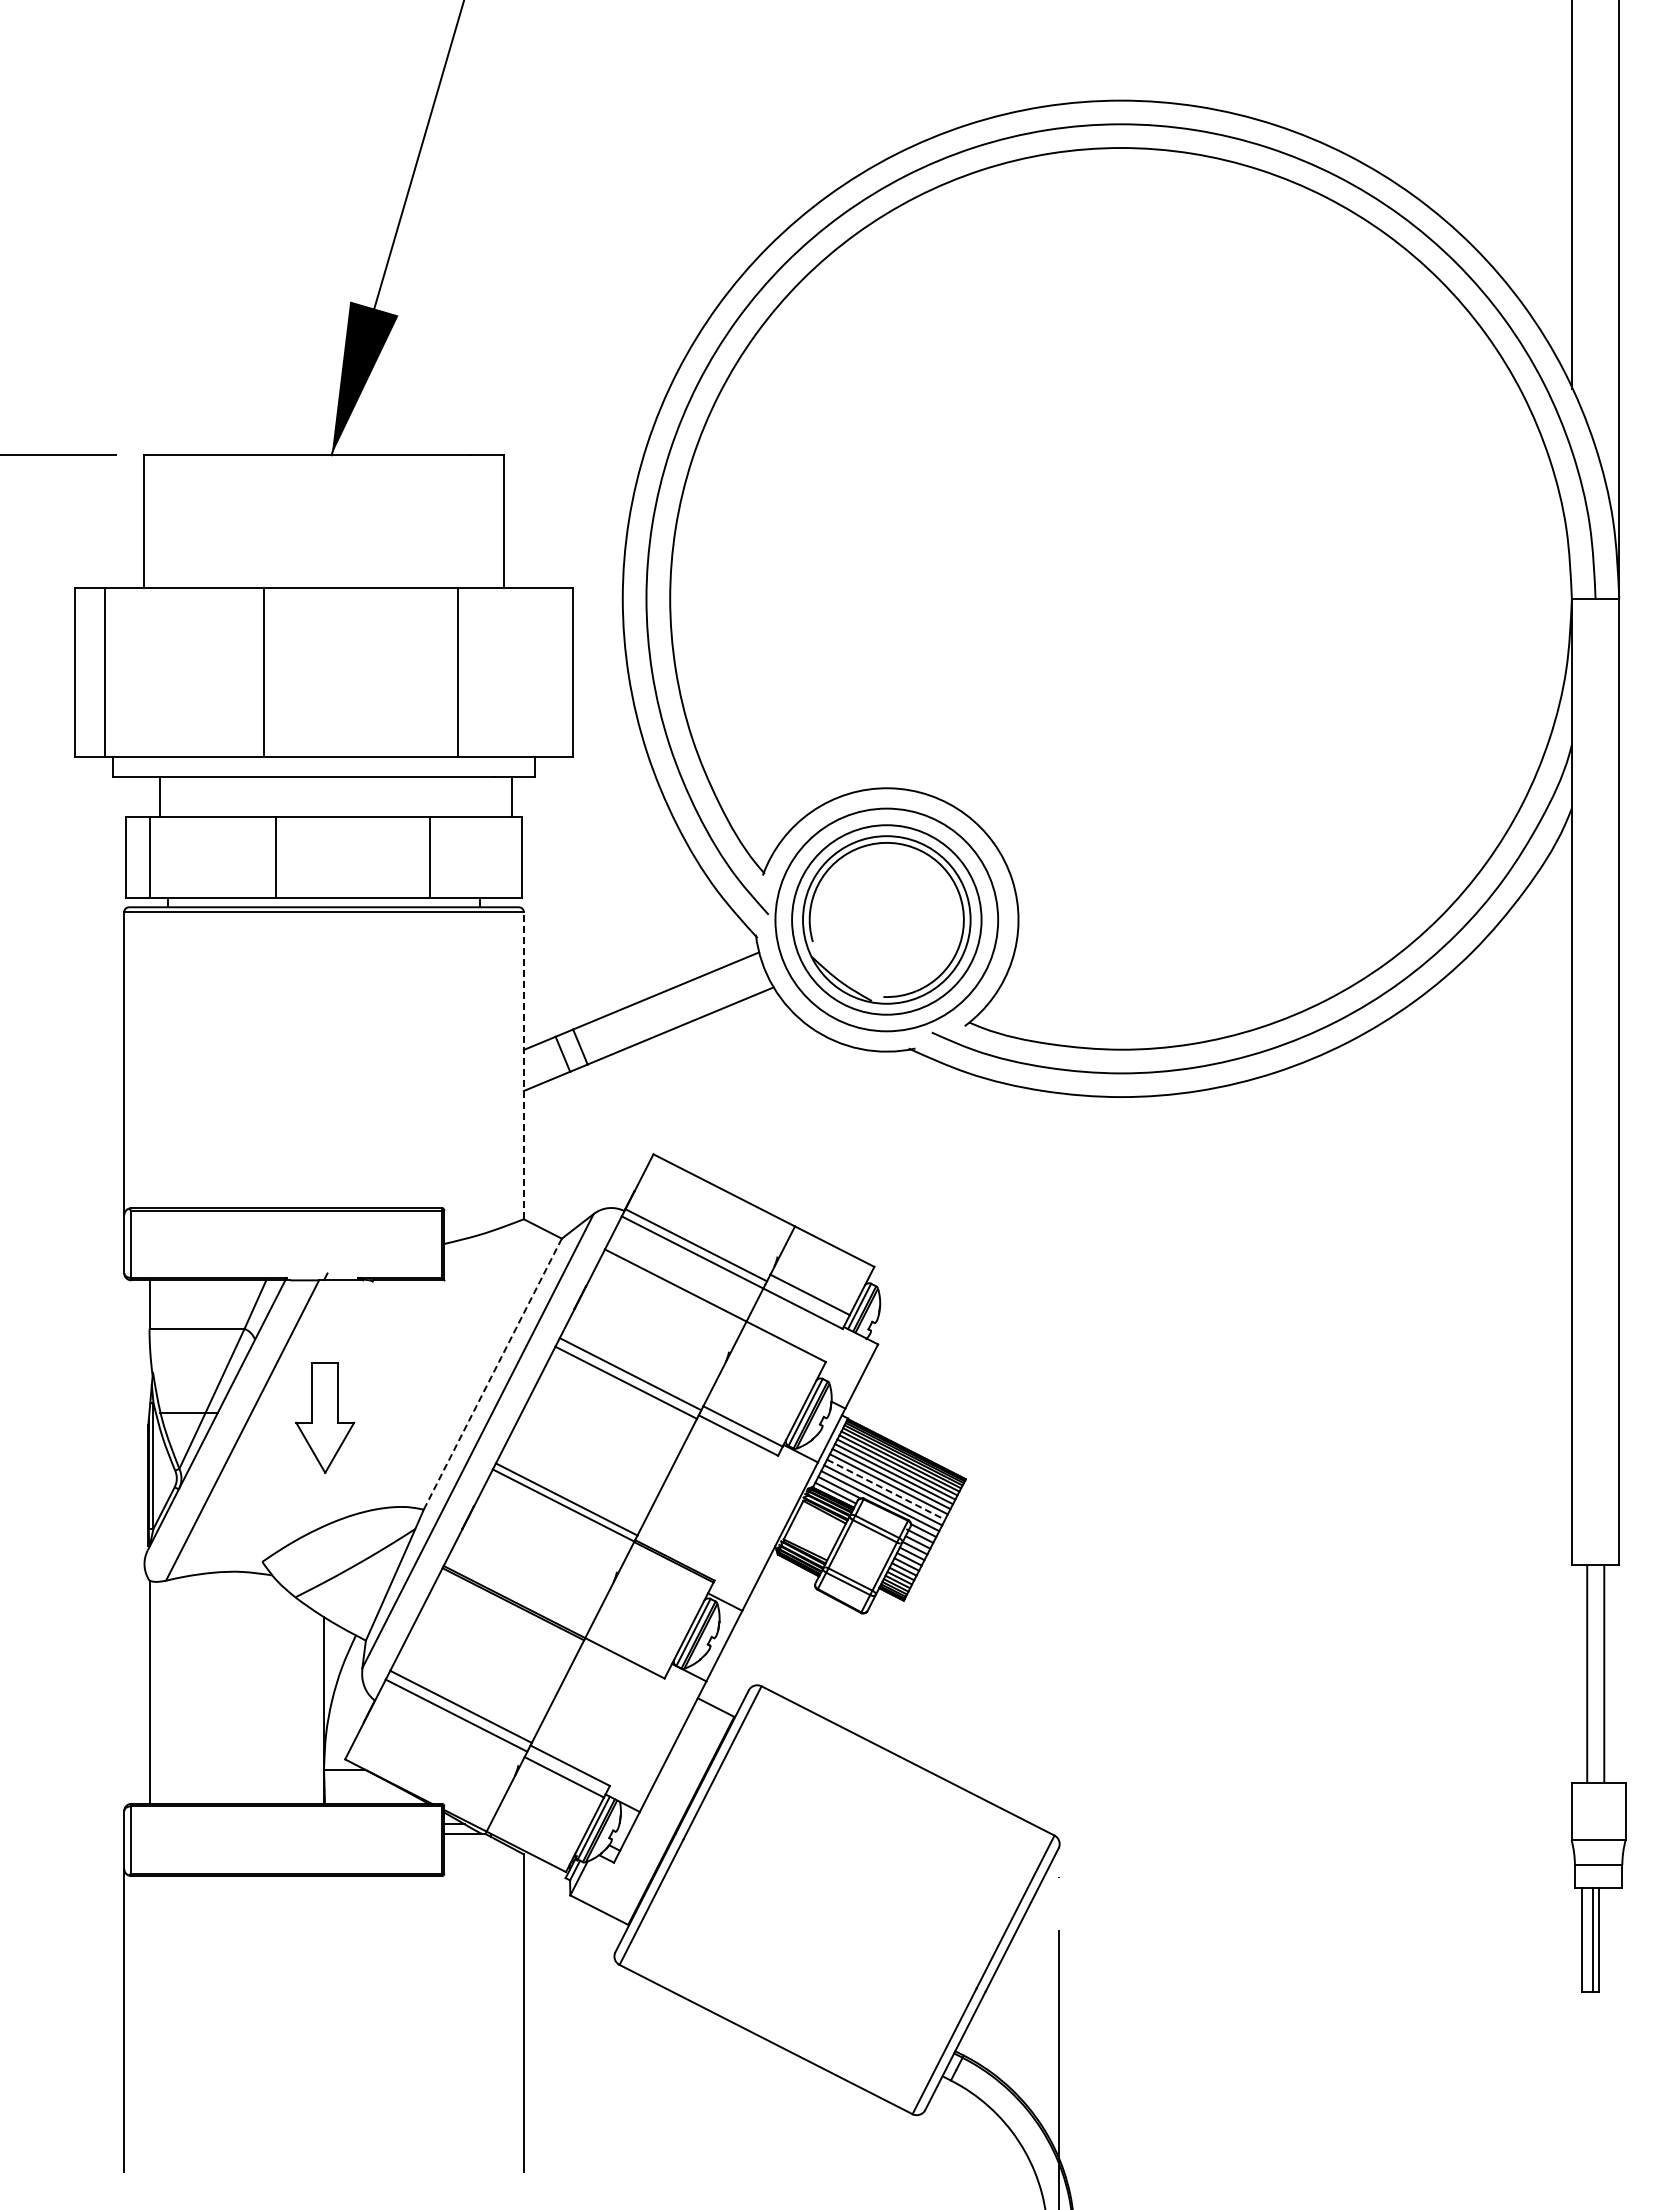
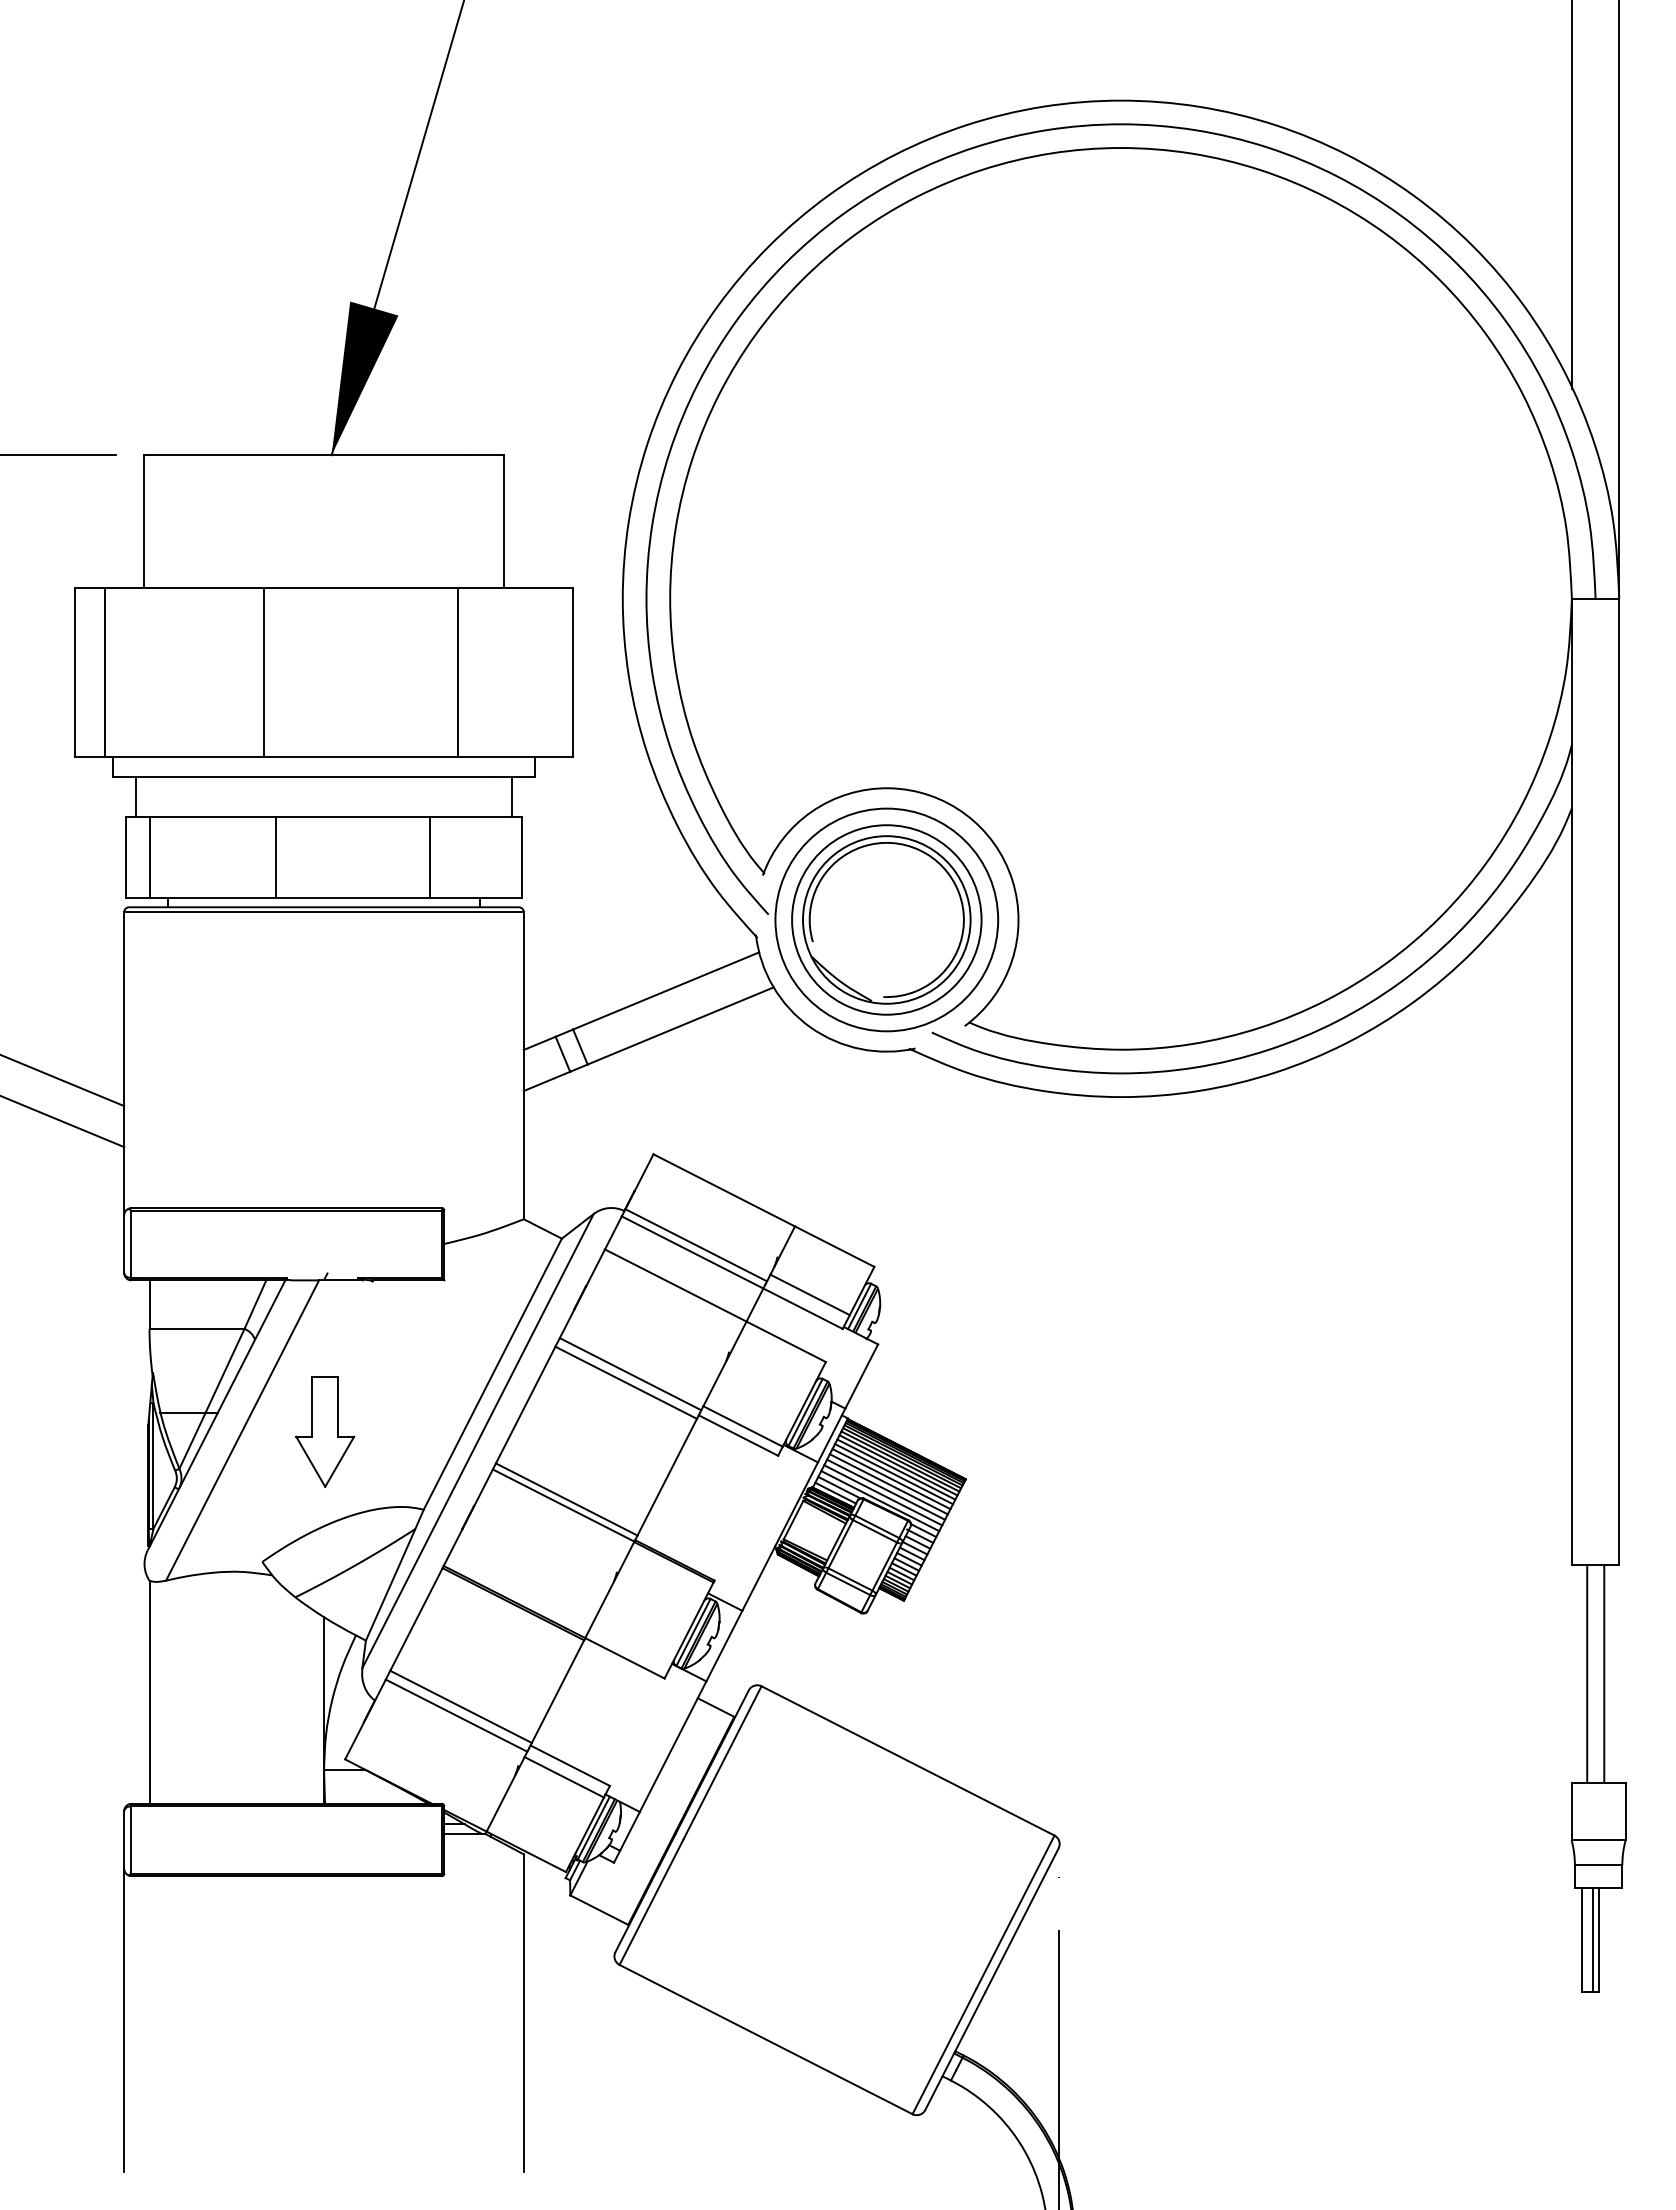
line at (160, 797) position: (160, 797) -> (136, 797)
line at (523, 1065): dashed -> solid
line at (63, 1080): none -> present
line at (63, 1121): none -> present
line at (492, 1374): dashed -> solid
part at (325, 1417) position: (325, 1417) -> (325, 1431)
line at (886, 1489): dashed -> solid
